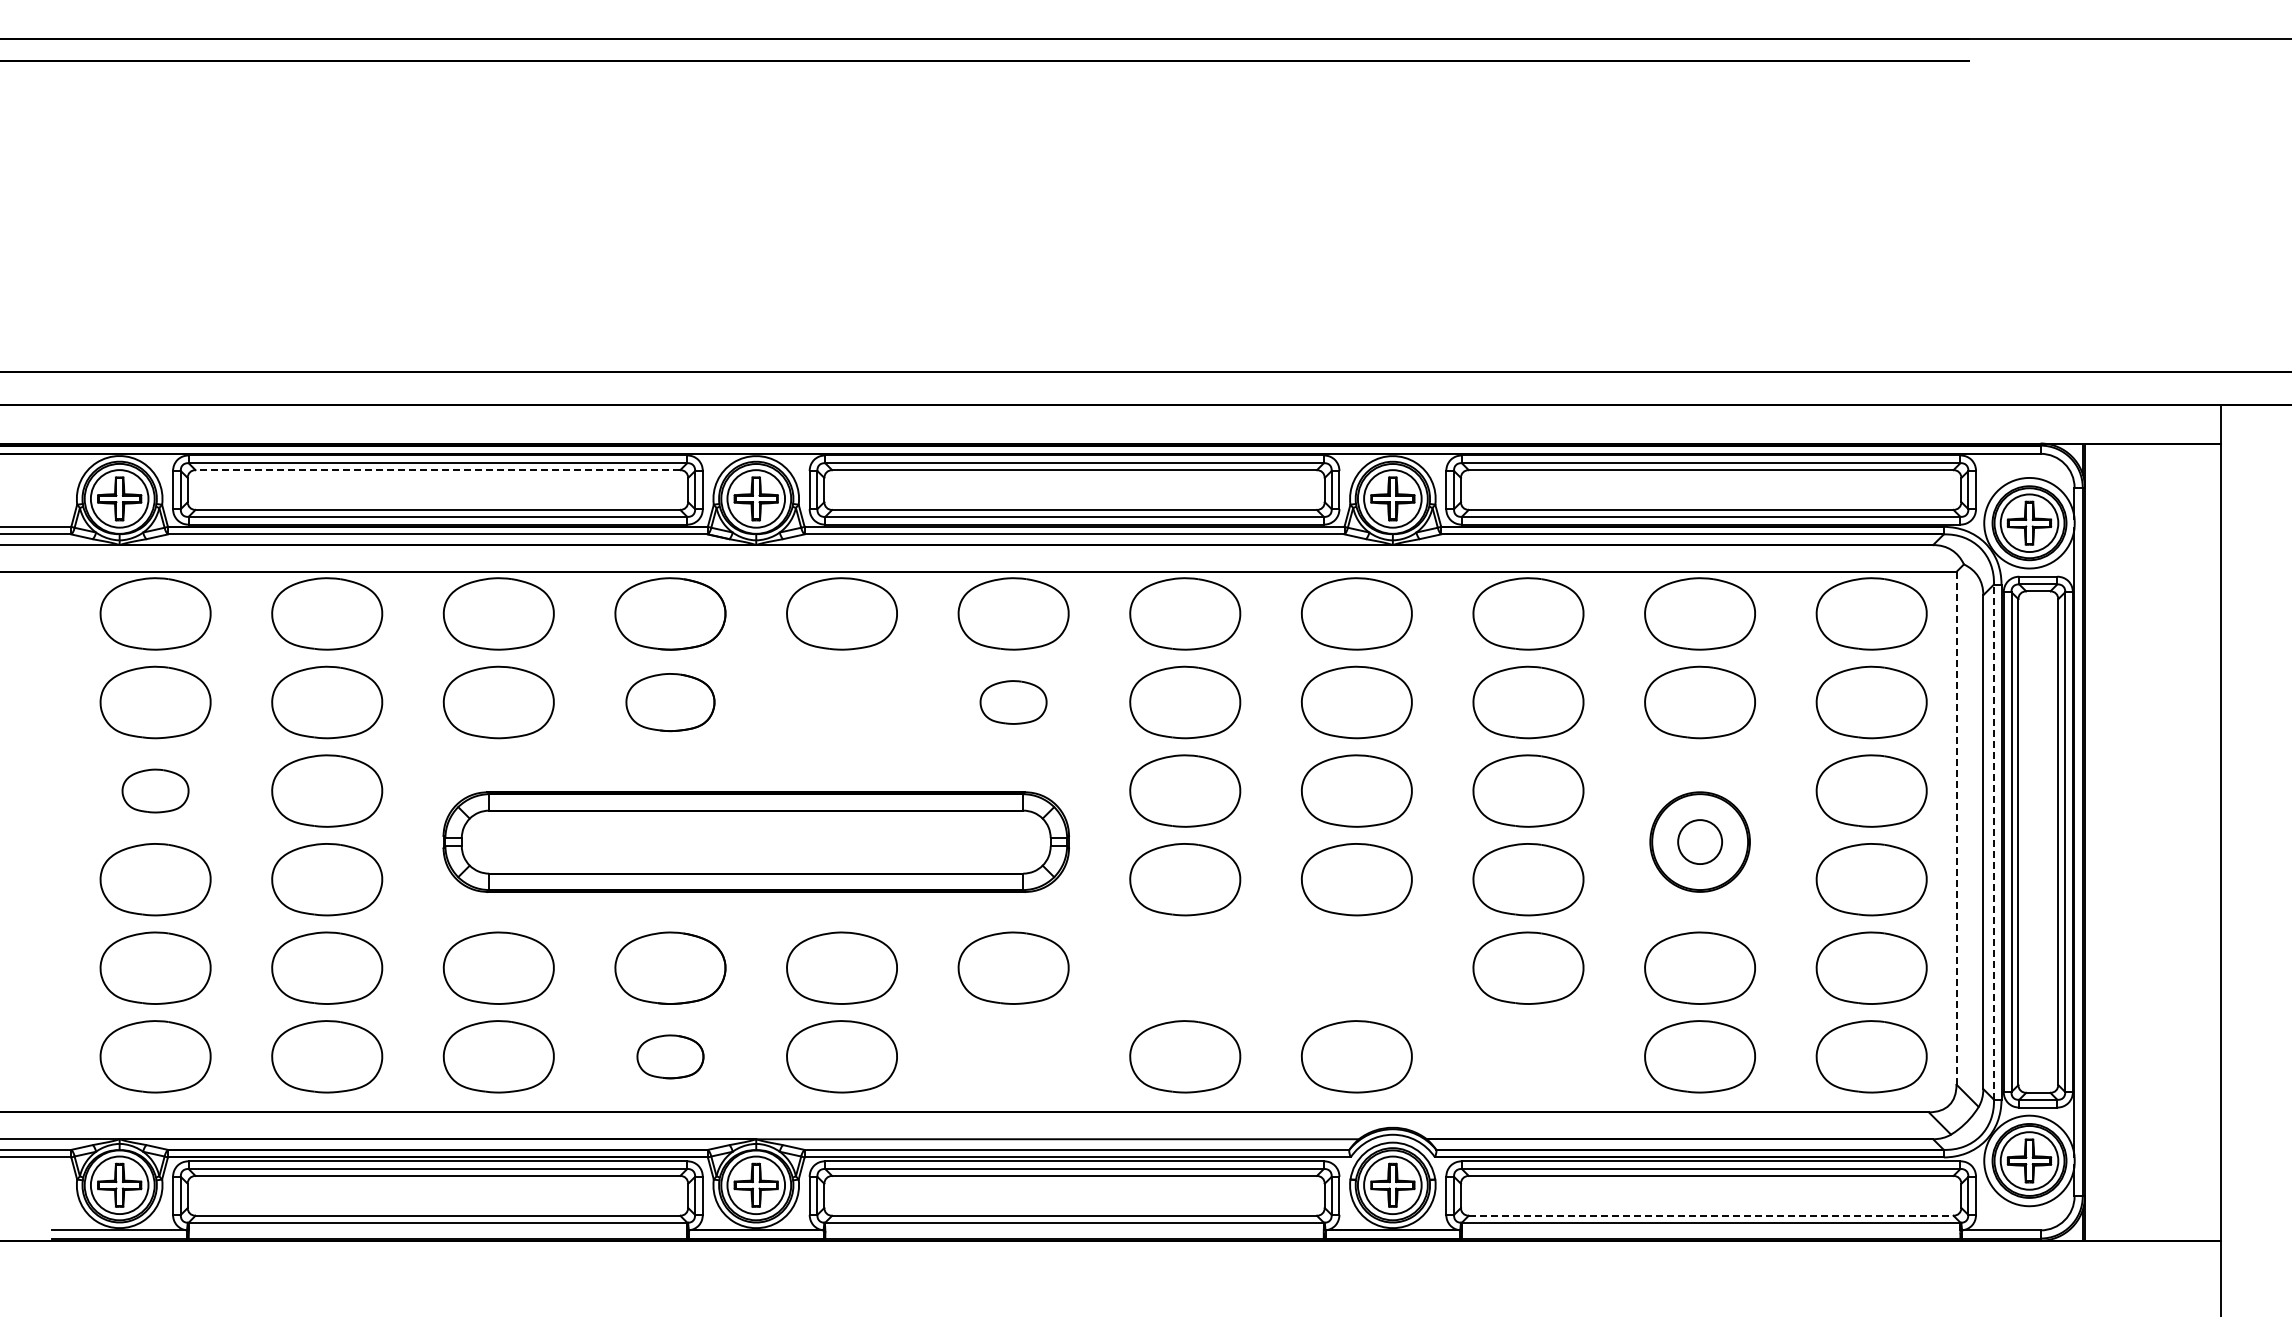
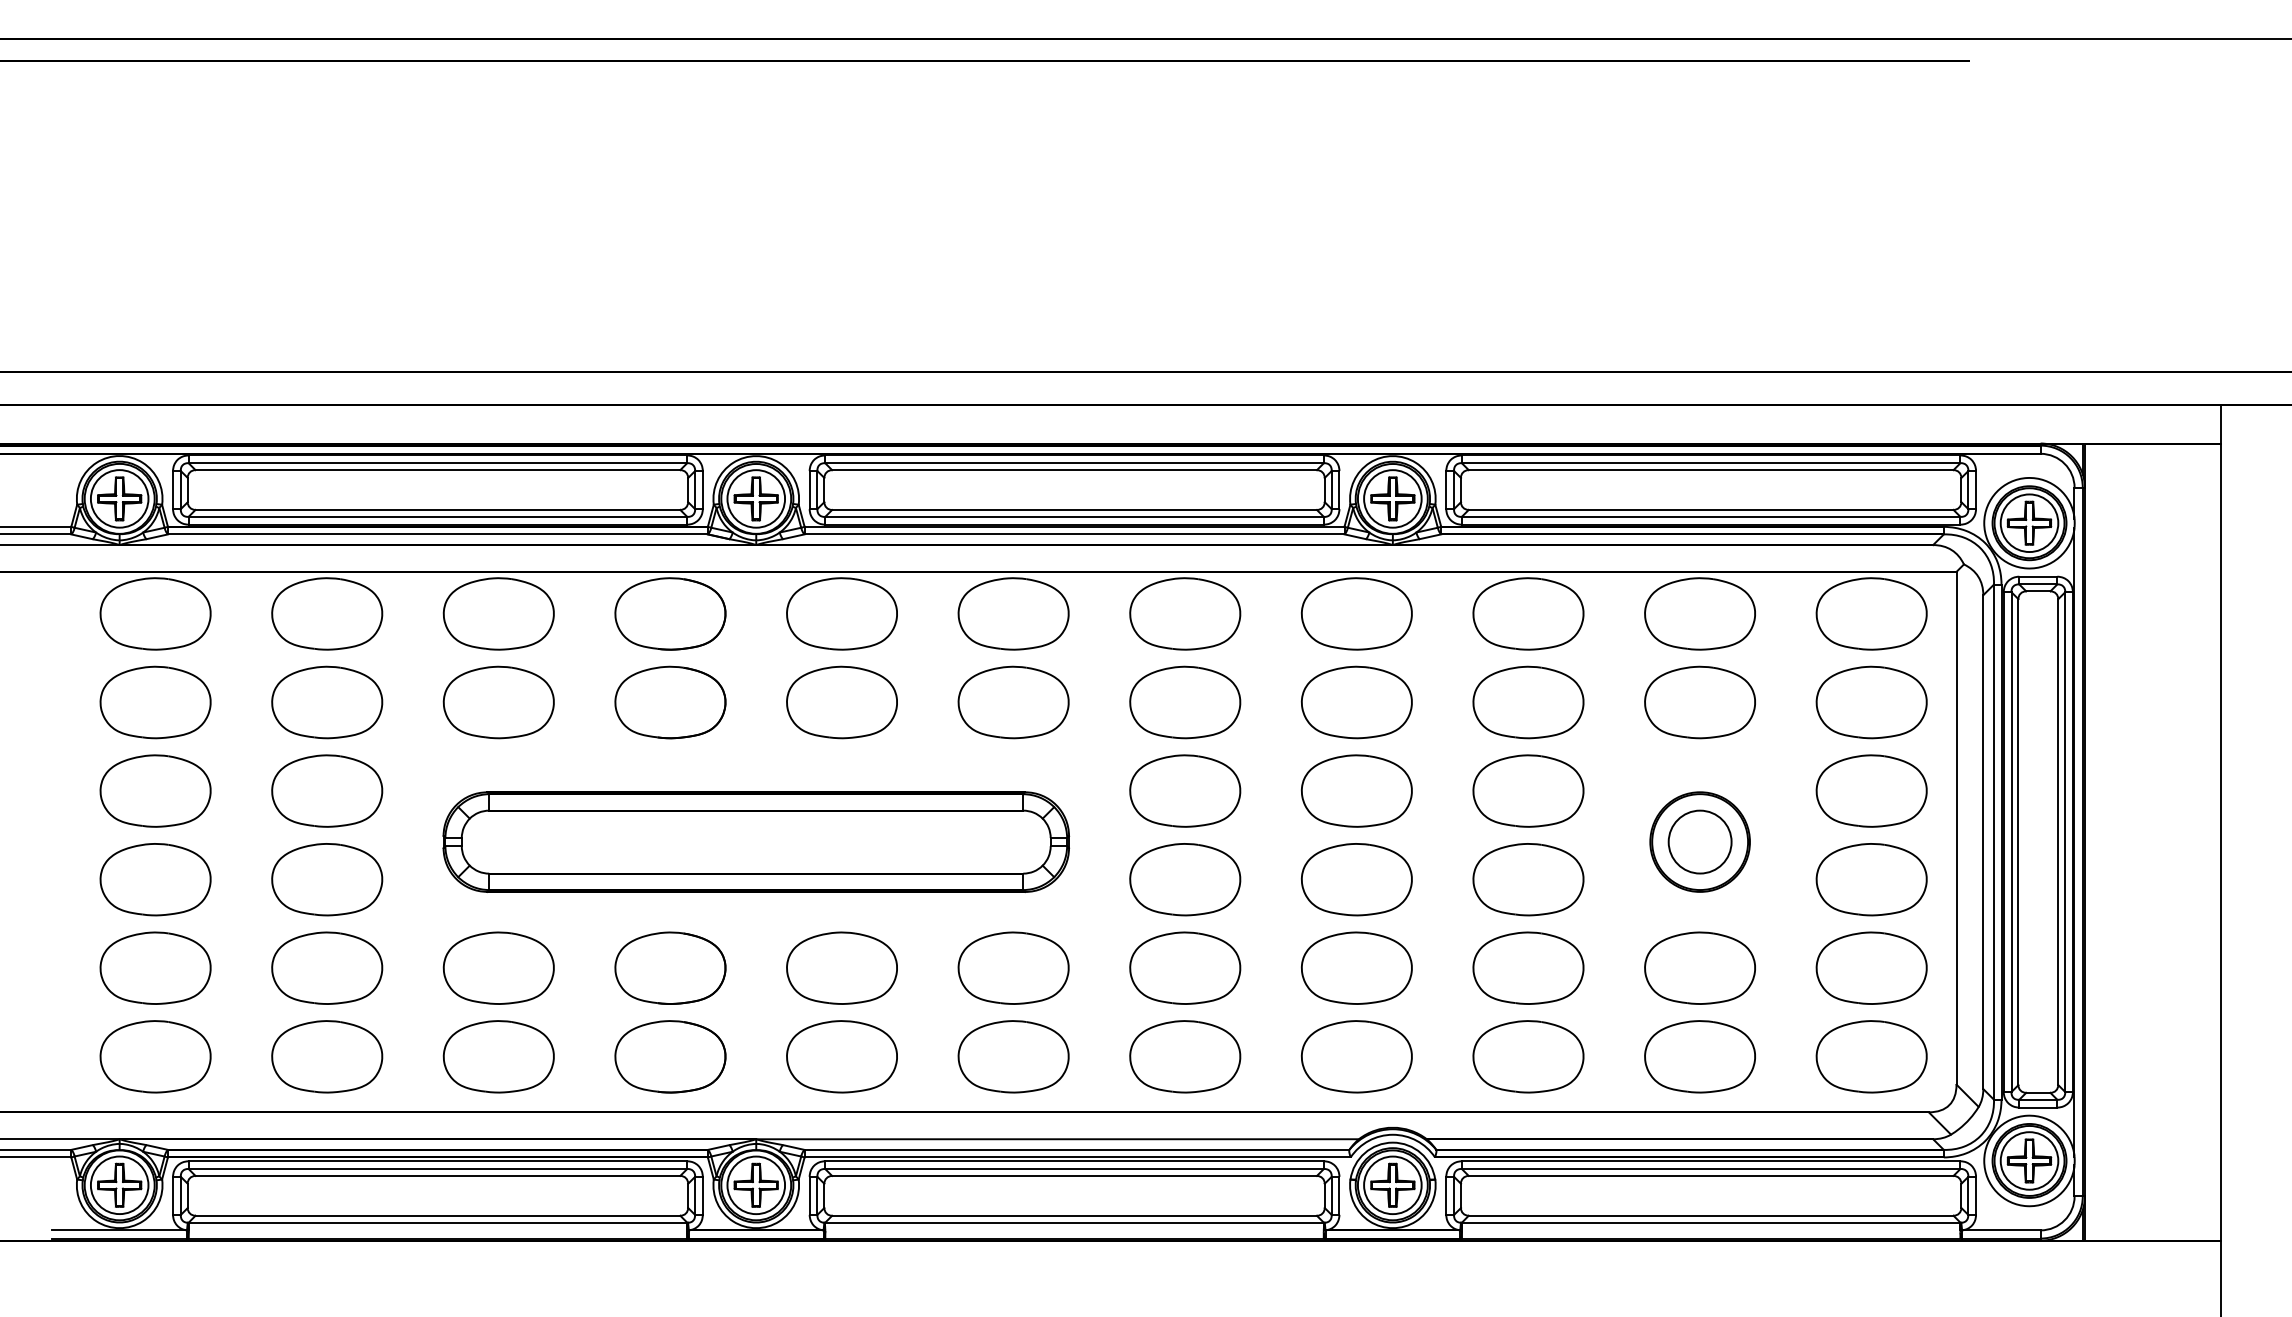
line at (437, 470): dashed -> solid
part at (670, 702) size: 91x60 px -> 113x75 px
part at (841, 702): none -> present
part at (1013, 702) size: 69x45 px -> 113x75 px
part at (155, 790) size: 69x46 px -> 113x74 px
line at (1956, 827): dashed -> solid
circle at (1700, 842) diameter: 44 px -> 63 px
line at (1993, 842): dashed -> solid
part at (1185, 967): none -> present
part at (1356, 967): none -> present
part at (670, 1056) size: 69x46 px -> 113x74 px
part at (1013, 1056): none -> present
part at (1528, 1056): none -> present
line at (1711, 1215): dashed -> solid
